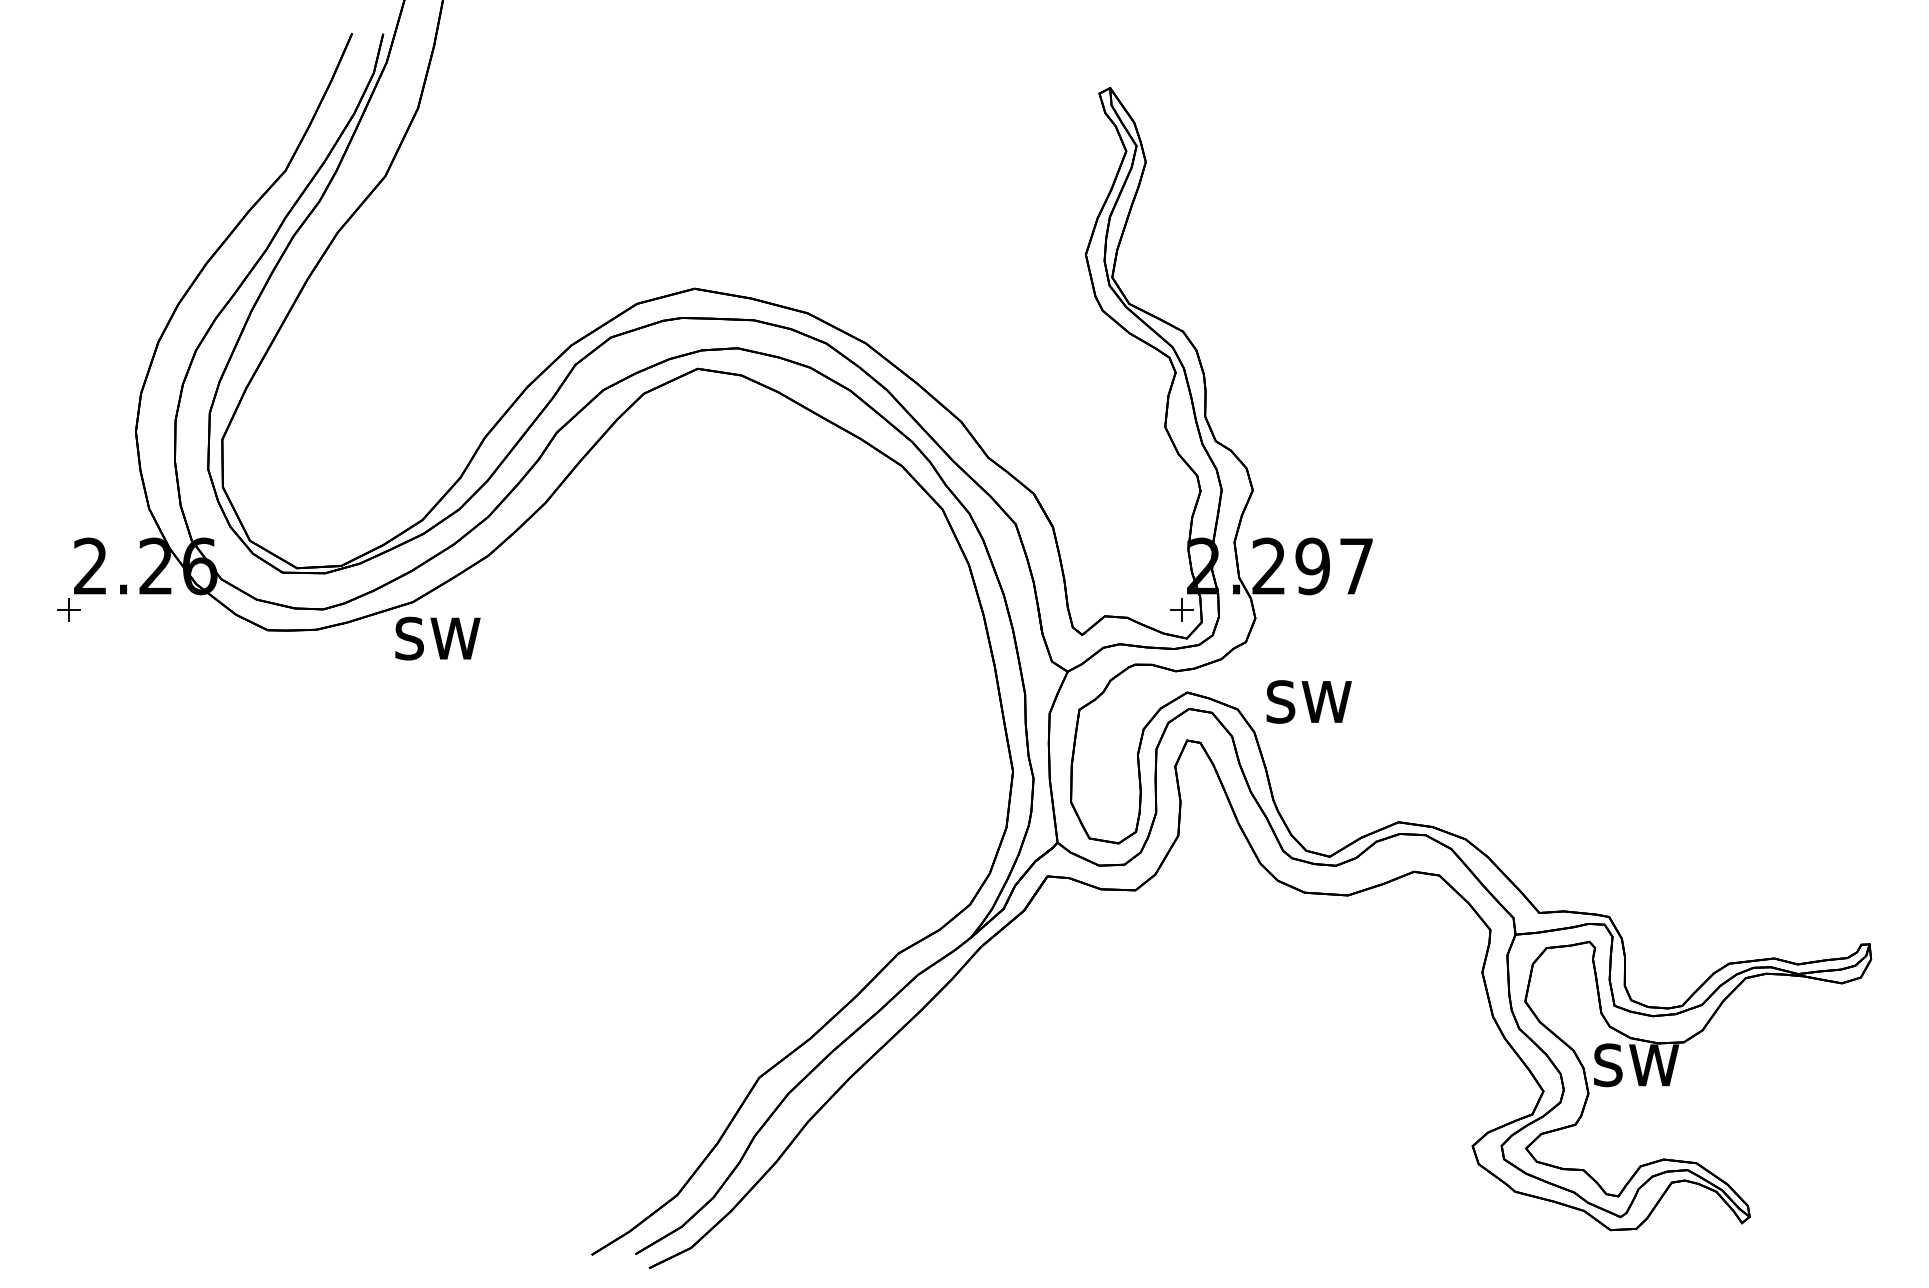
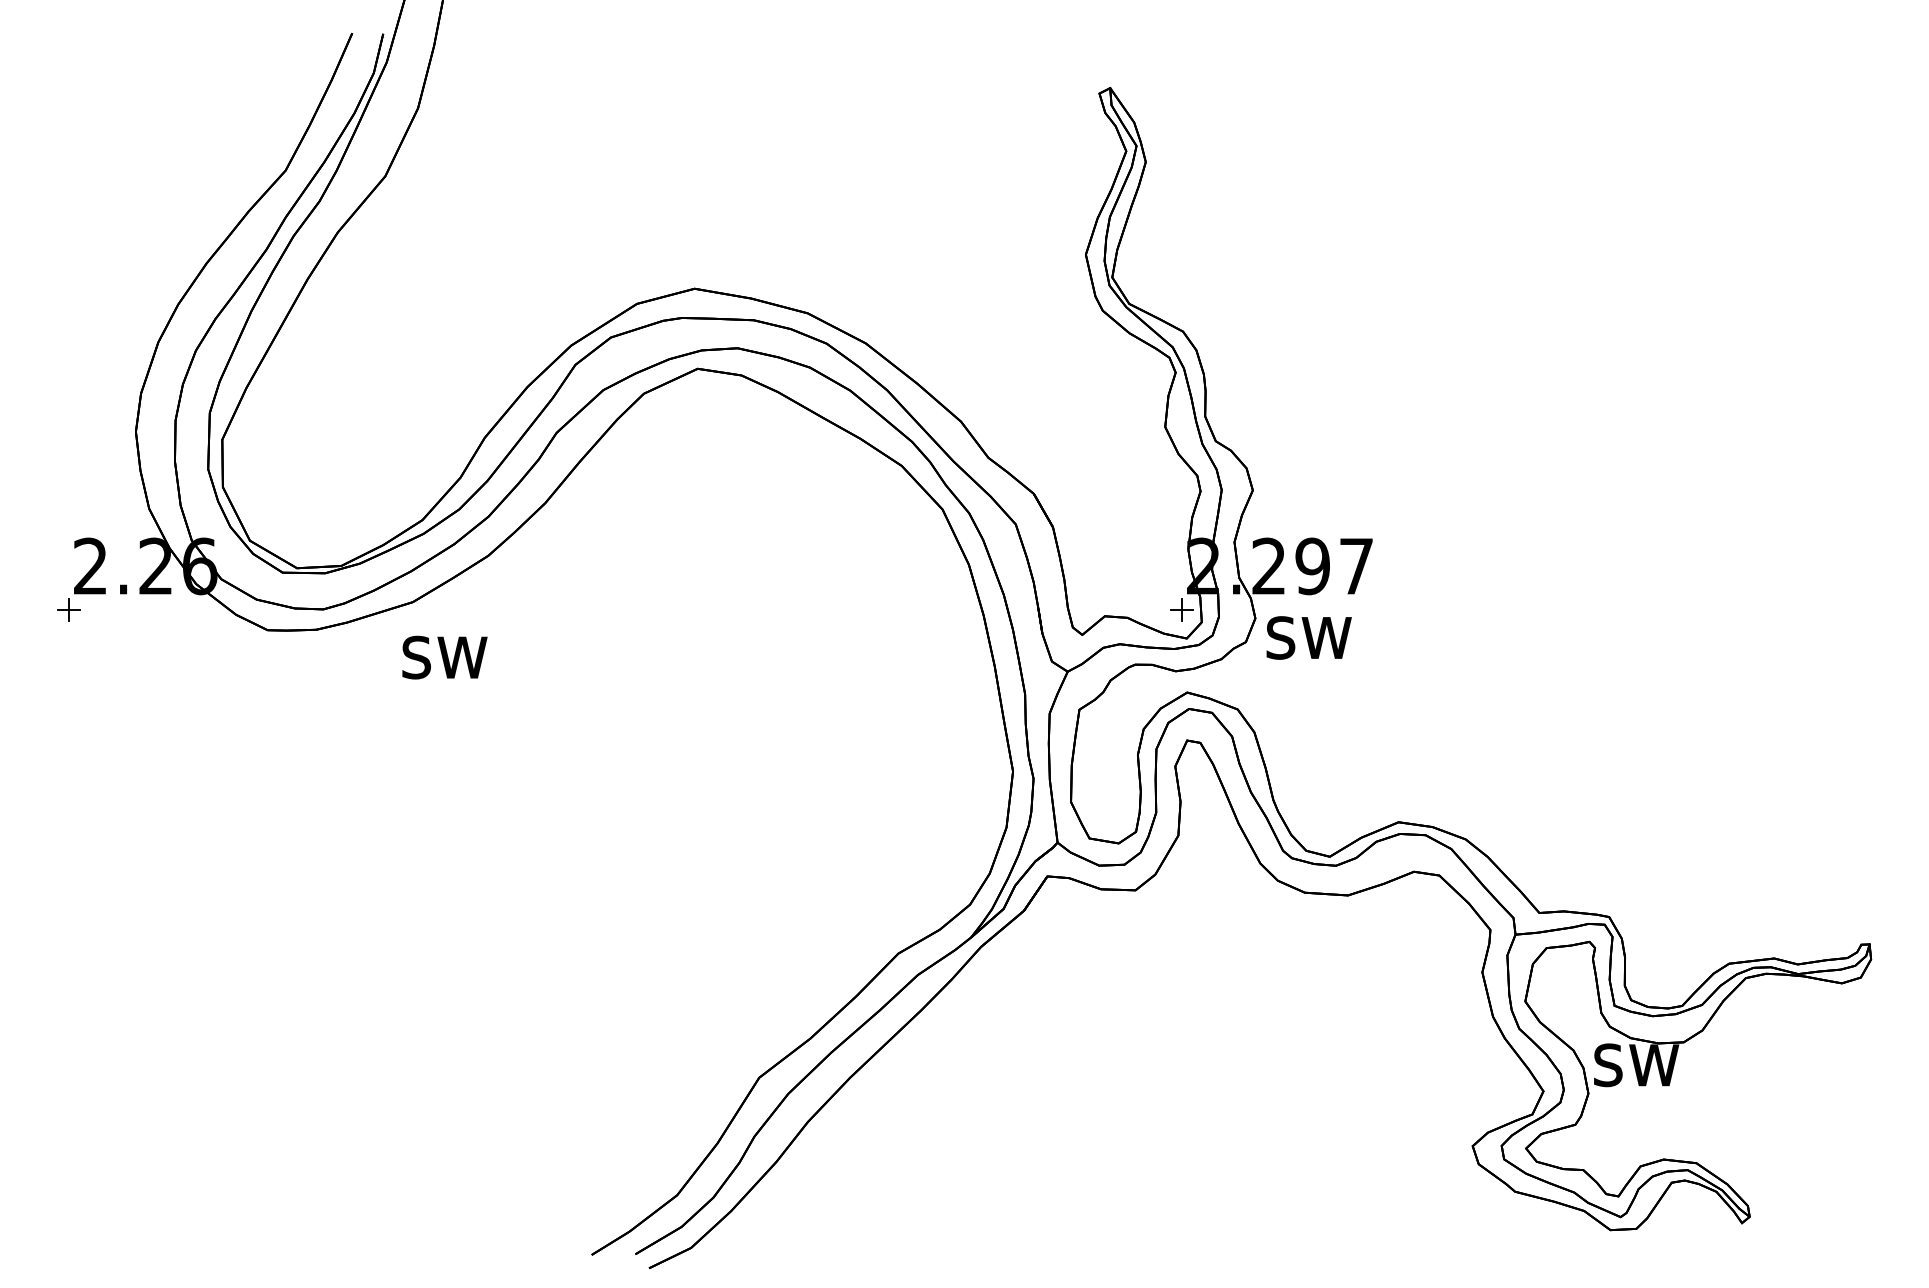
text at (437, 638) position: (437, 638) -> (444, 657)
text at (1308, 701) position: (1308, 701) -> (1308, 637)
